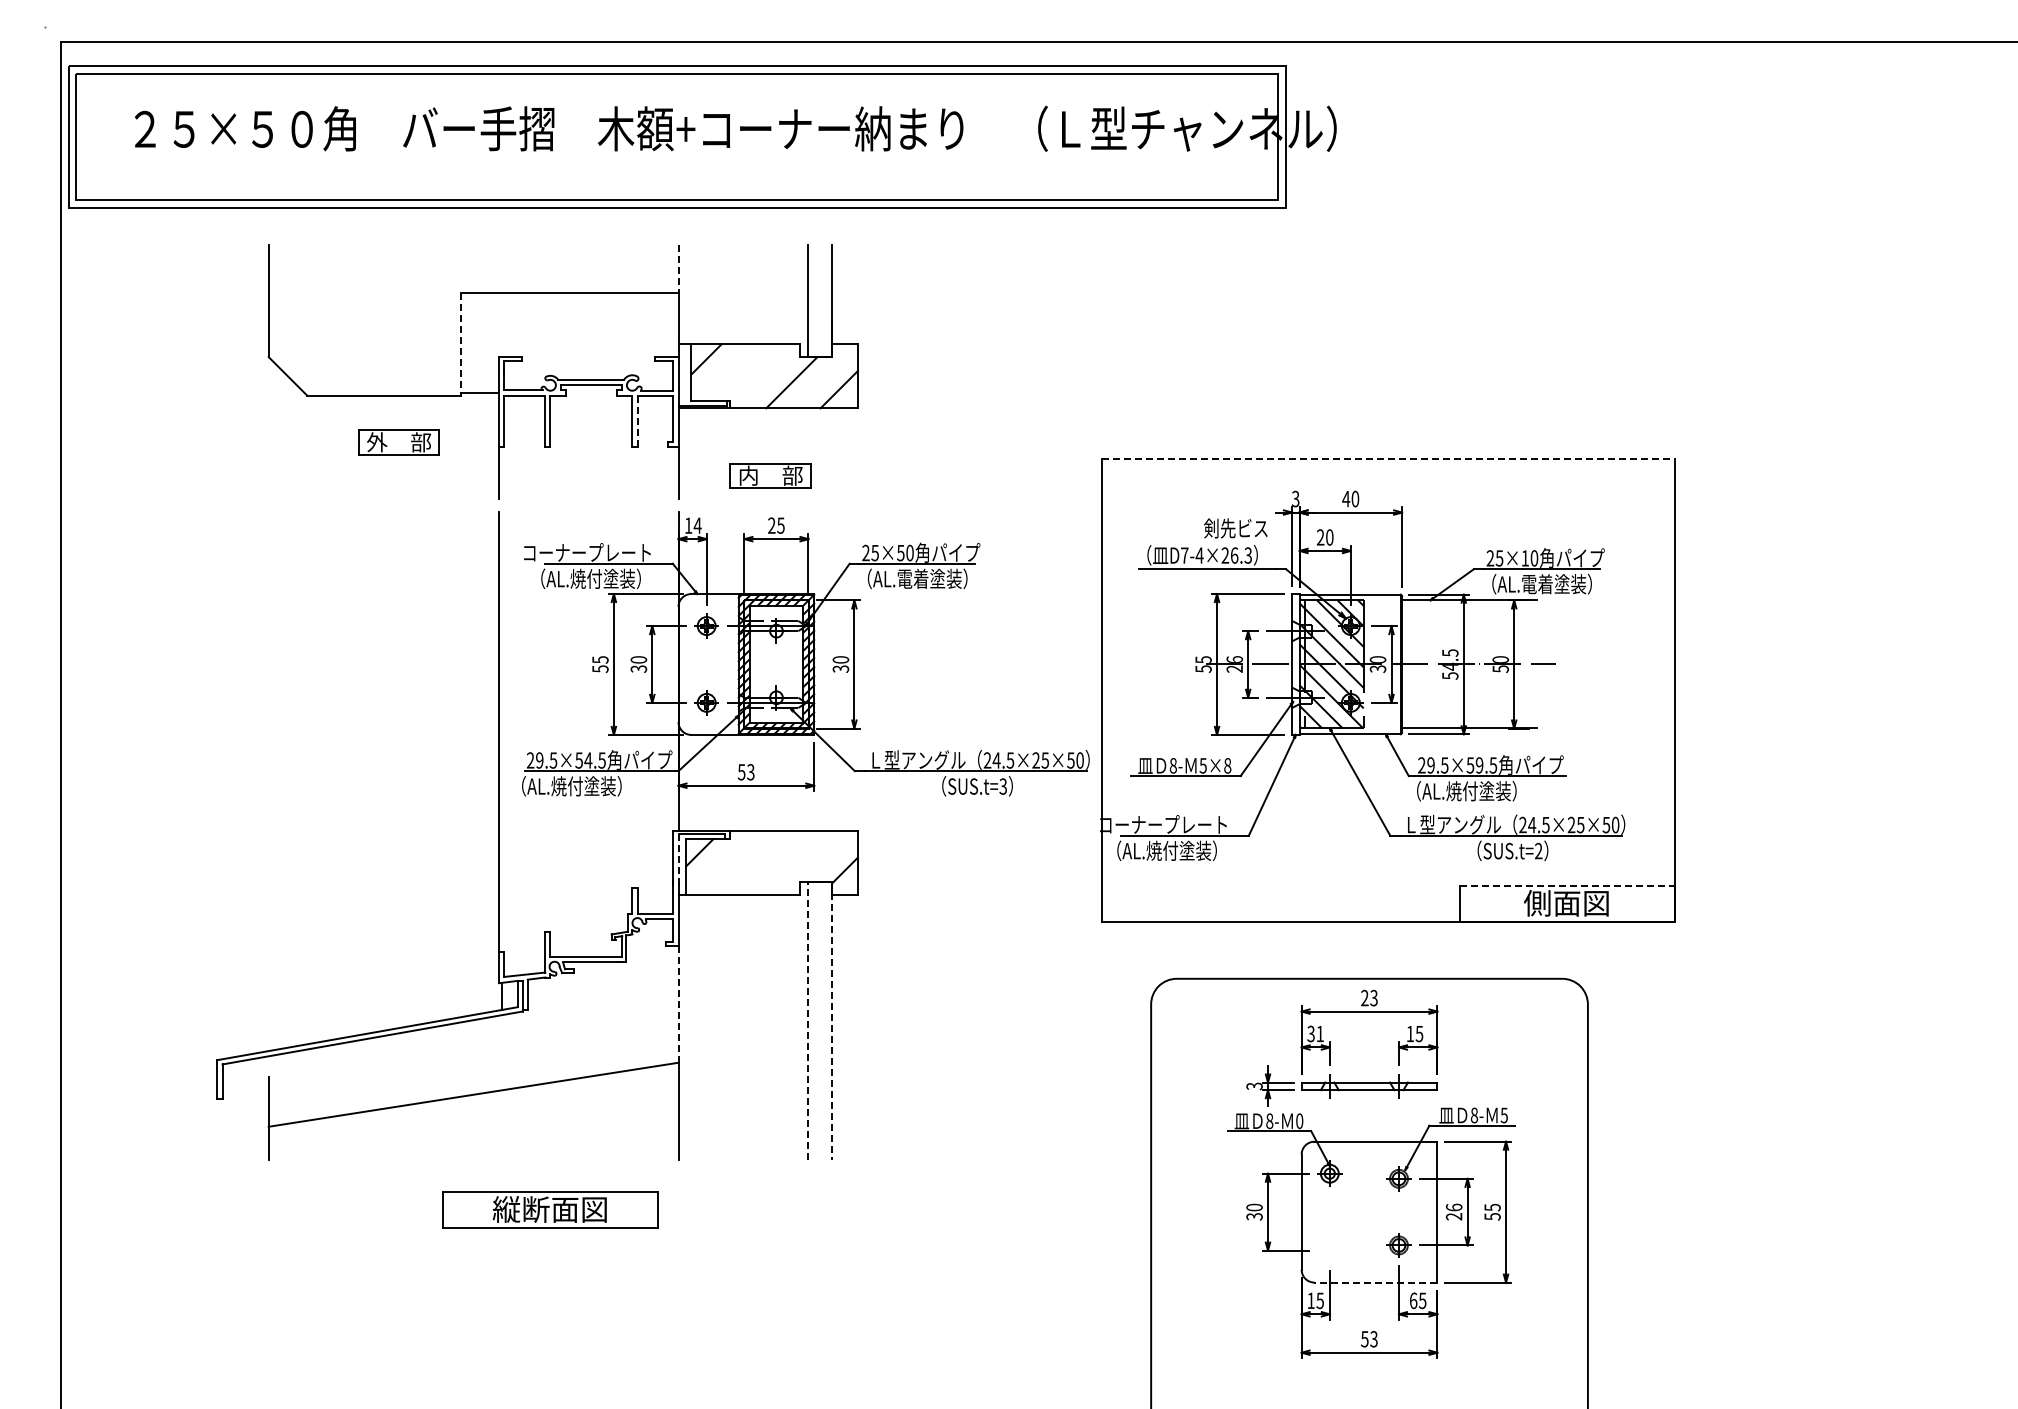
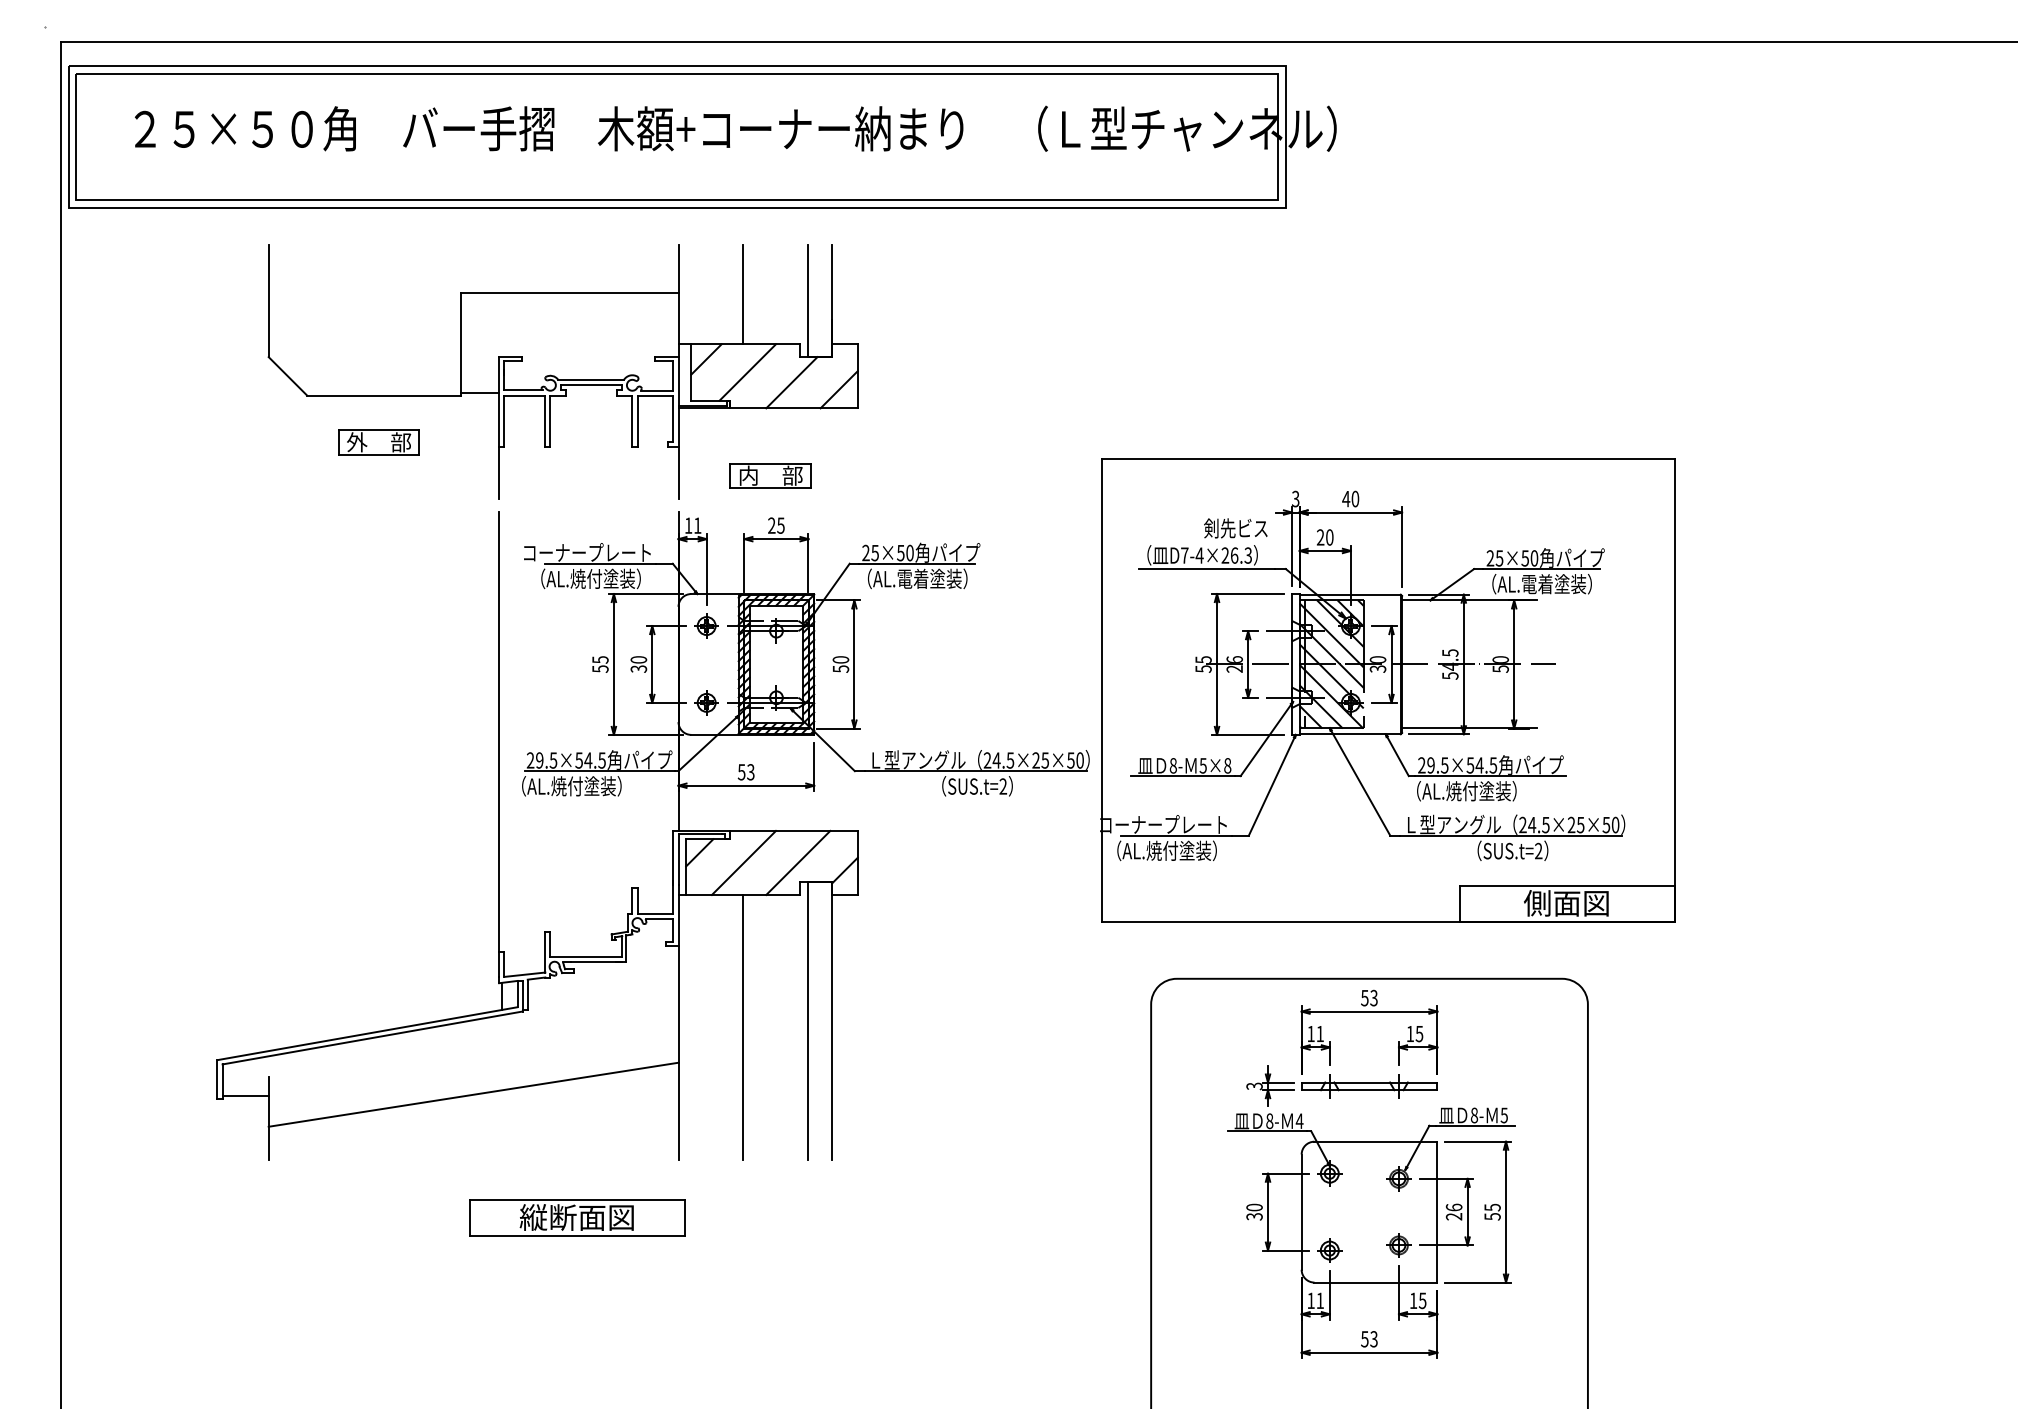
line at (678, 269): dashed -> solid
line at (742, 294): none -> present
line at (460, 344): dashed -> solid
line at (747, 372): none -> present
line at (637, 421): dashed -> solid
part at (398, 442) position: (398, 442) -> (378, 442)
line at (1388, 458): dashed -> solid
text at (697, 525): 14 -> 11
text at (1524, 558): 25×10 -> 25×50
text at (840, 668): 30 -> 50
text at (1479, 765): 29.5×59.5 -> 29.5×54.5
text at (1003, 786): SUS.t=3 -> SUS.t=2
line at (678, 859): dashed -> solid
line at (743, 862): none -> present
line at (798, 862): none -> present
line at (1567, 885): dashed -> solid
text at (1364, 997): 23 -> 53
line at (678, 1004): dashed -> solid
line at (807, 1020): dashed -> solid
line at (832, 1020): dashed -> solid
line at (742, 1026): none -> present
text at (1310, 1033): 31 -> 11
line at (245, 1095): none -> present
text at (1299, 1121): 0 -> 4
part at (550, 1209) position: (550, 1209) -> (577, 1217)
part at (1329, 1250): none -> present
line at (1375, 1282): dashed -> solid
text at (1319, 1300): 15 -> 11
text at (1413, 1300): 65 -> 15
